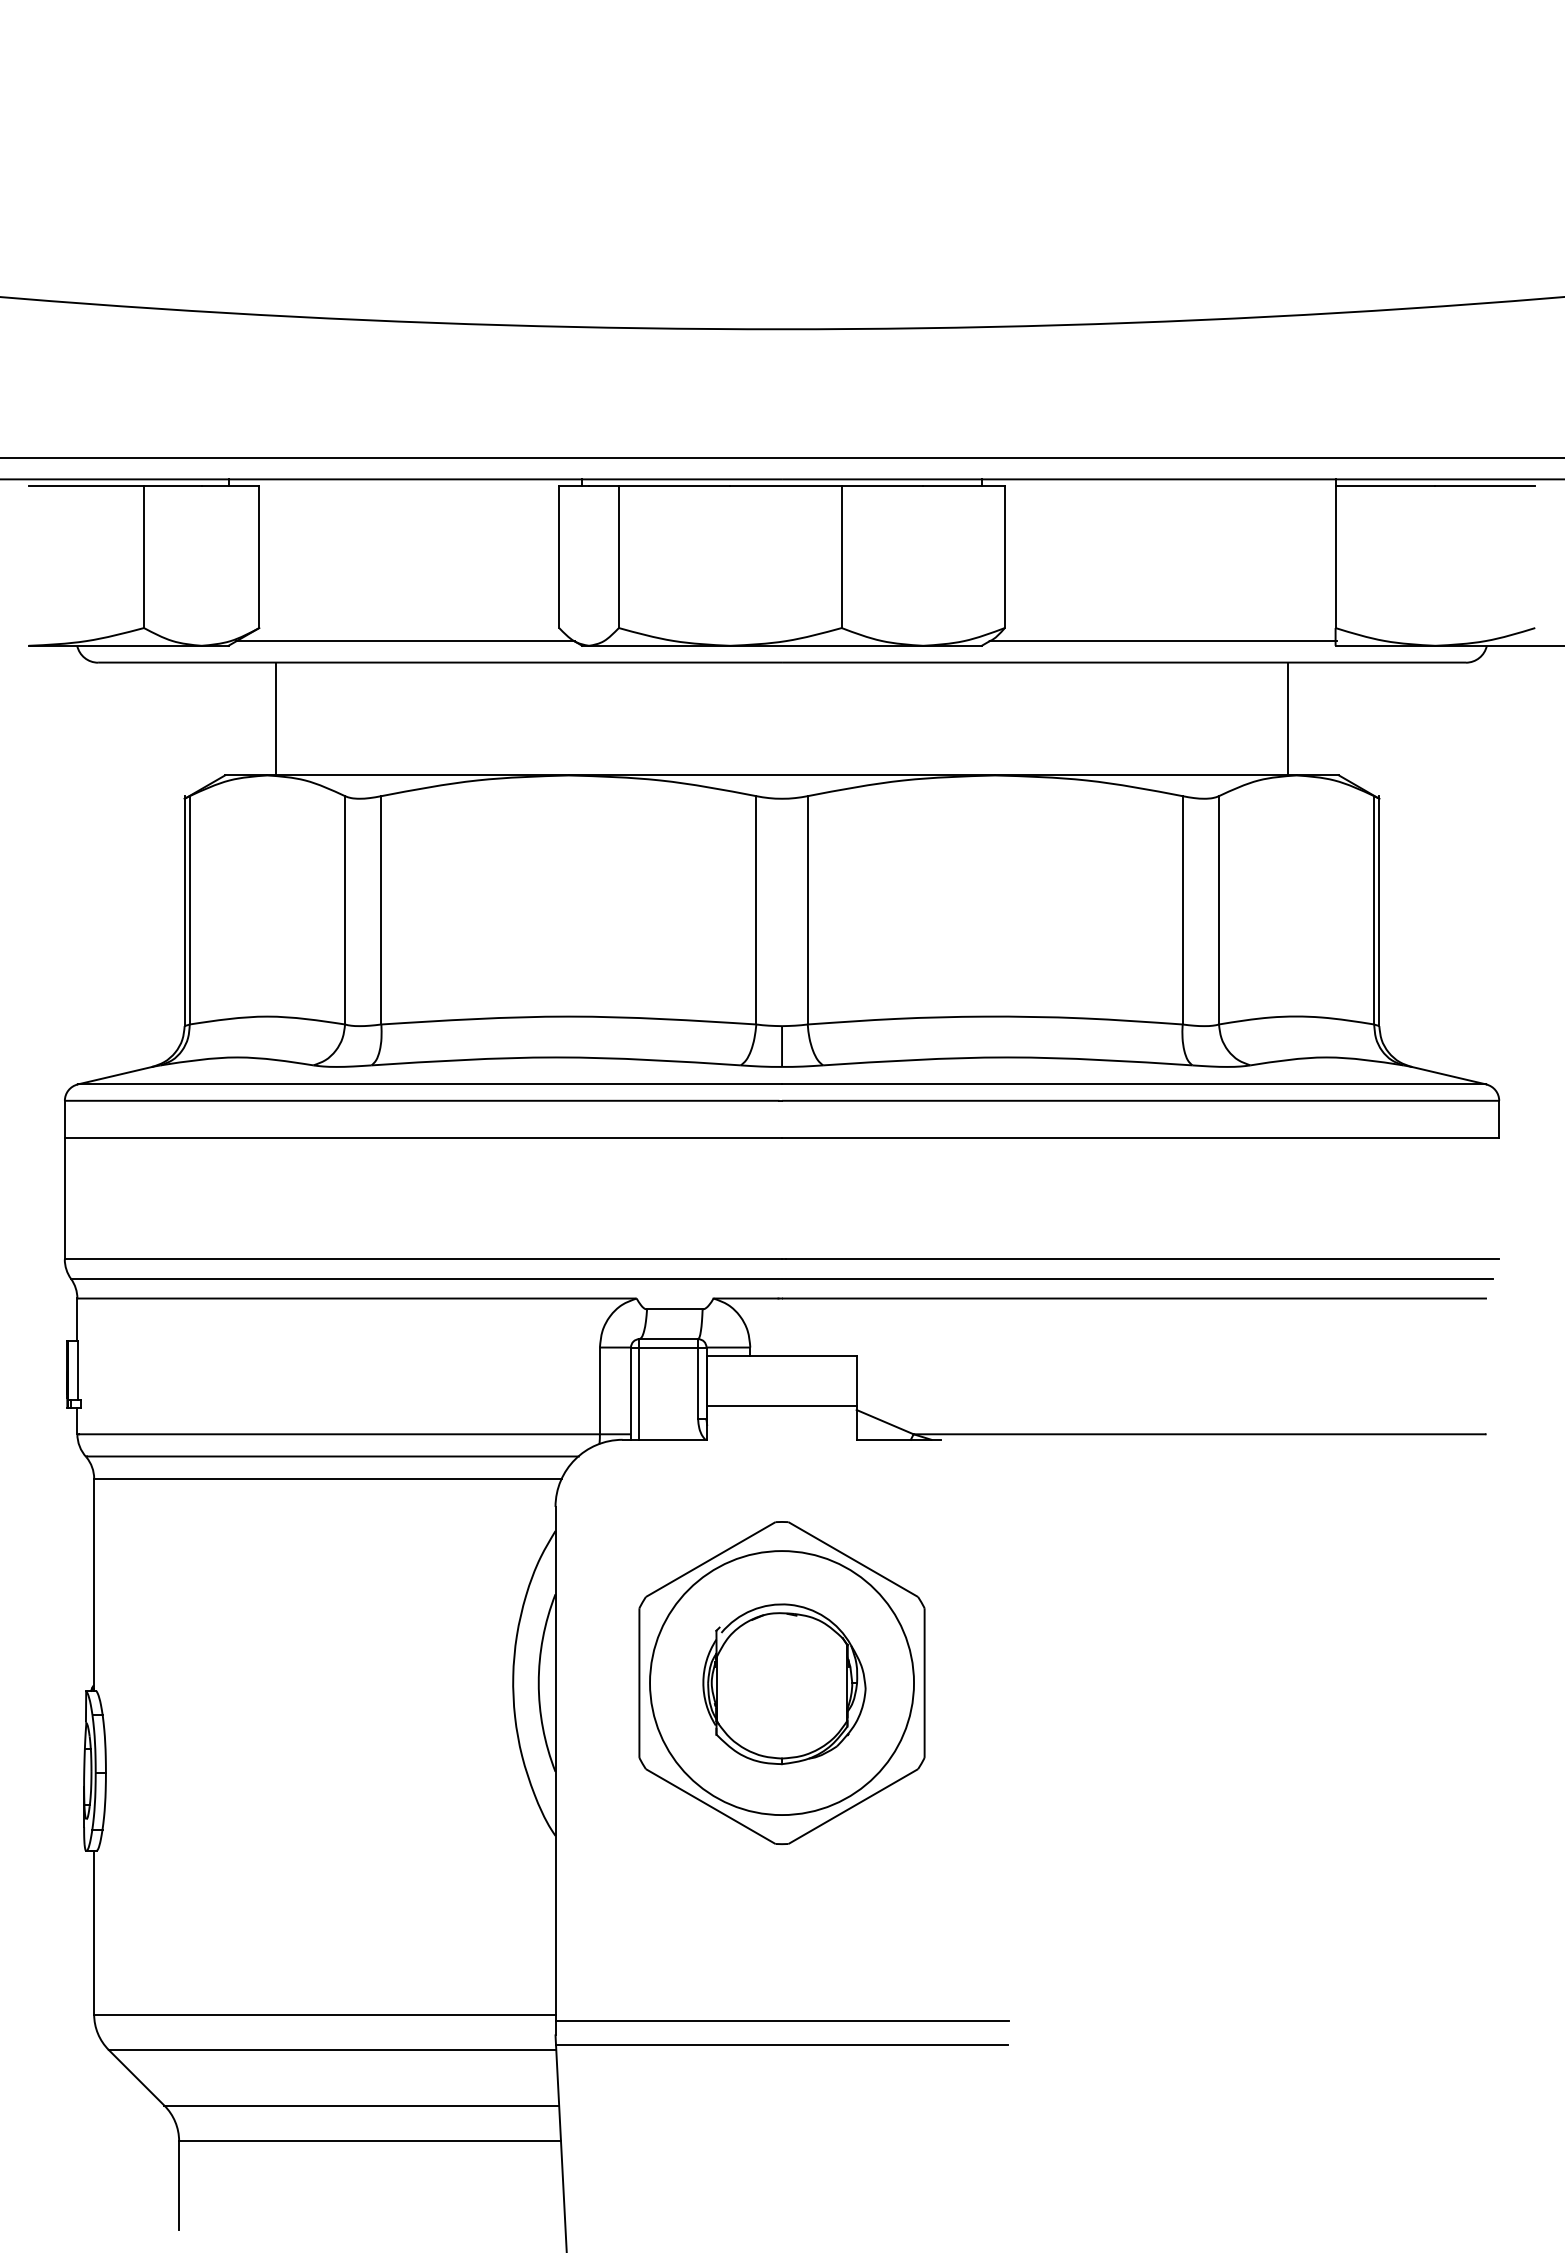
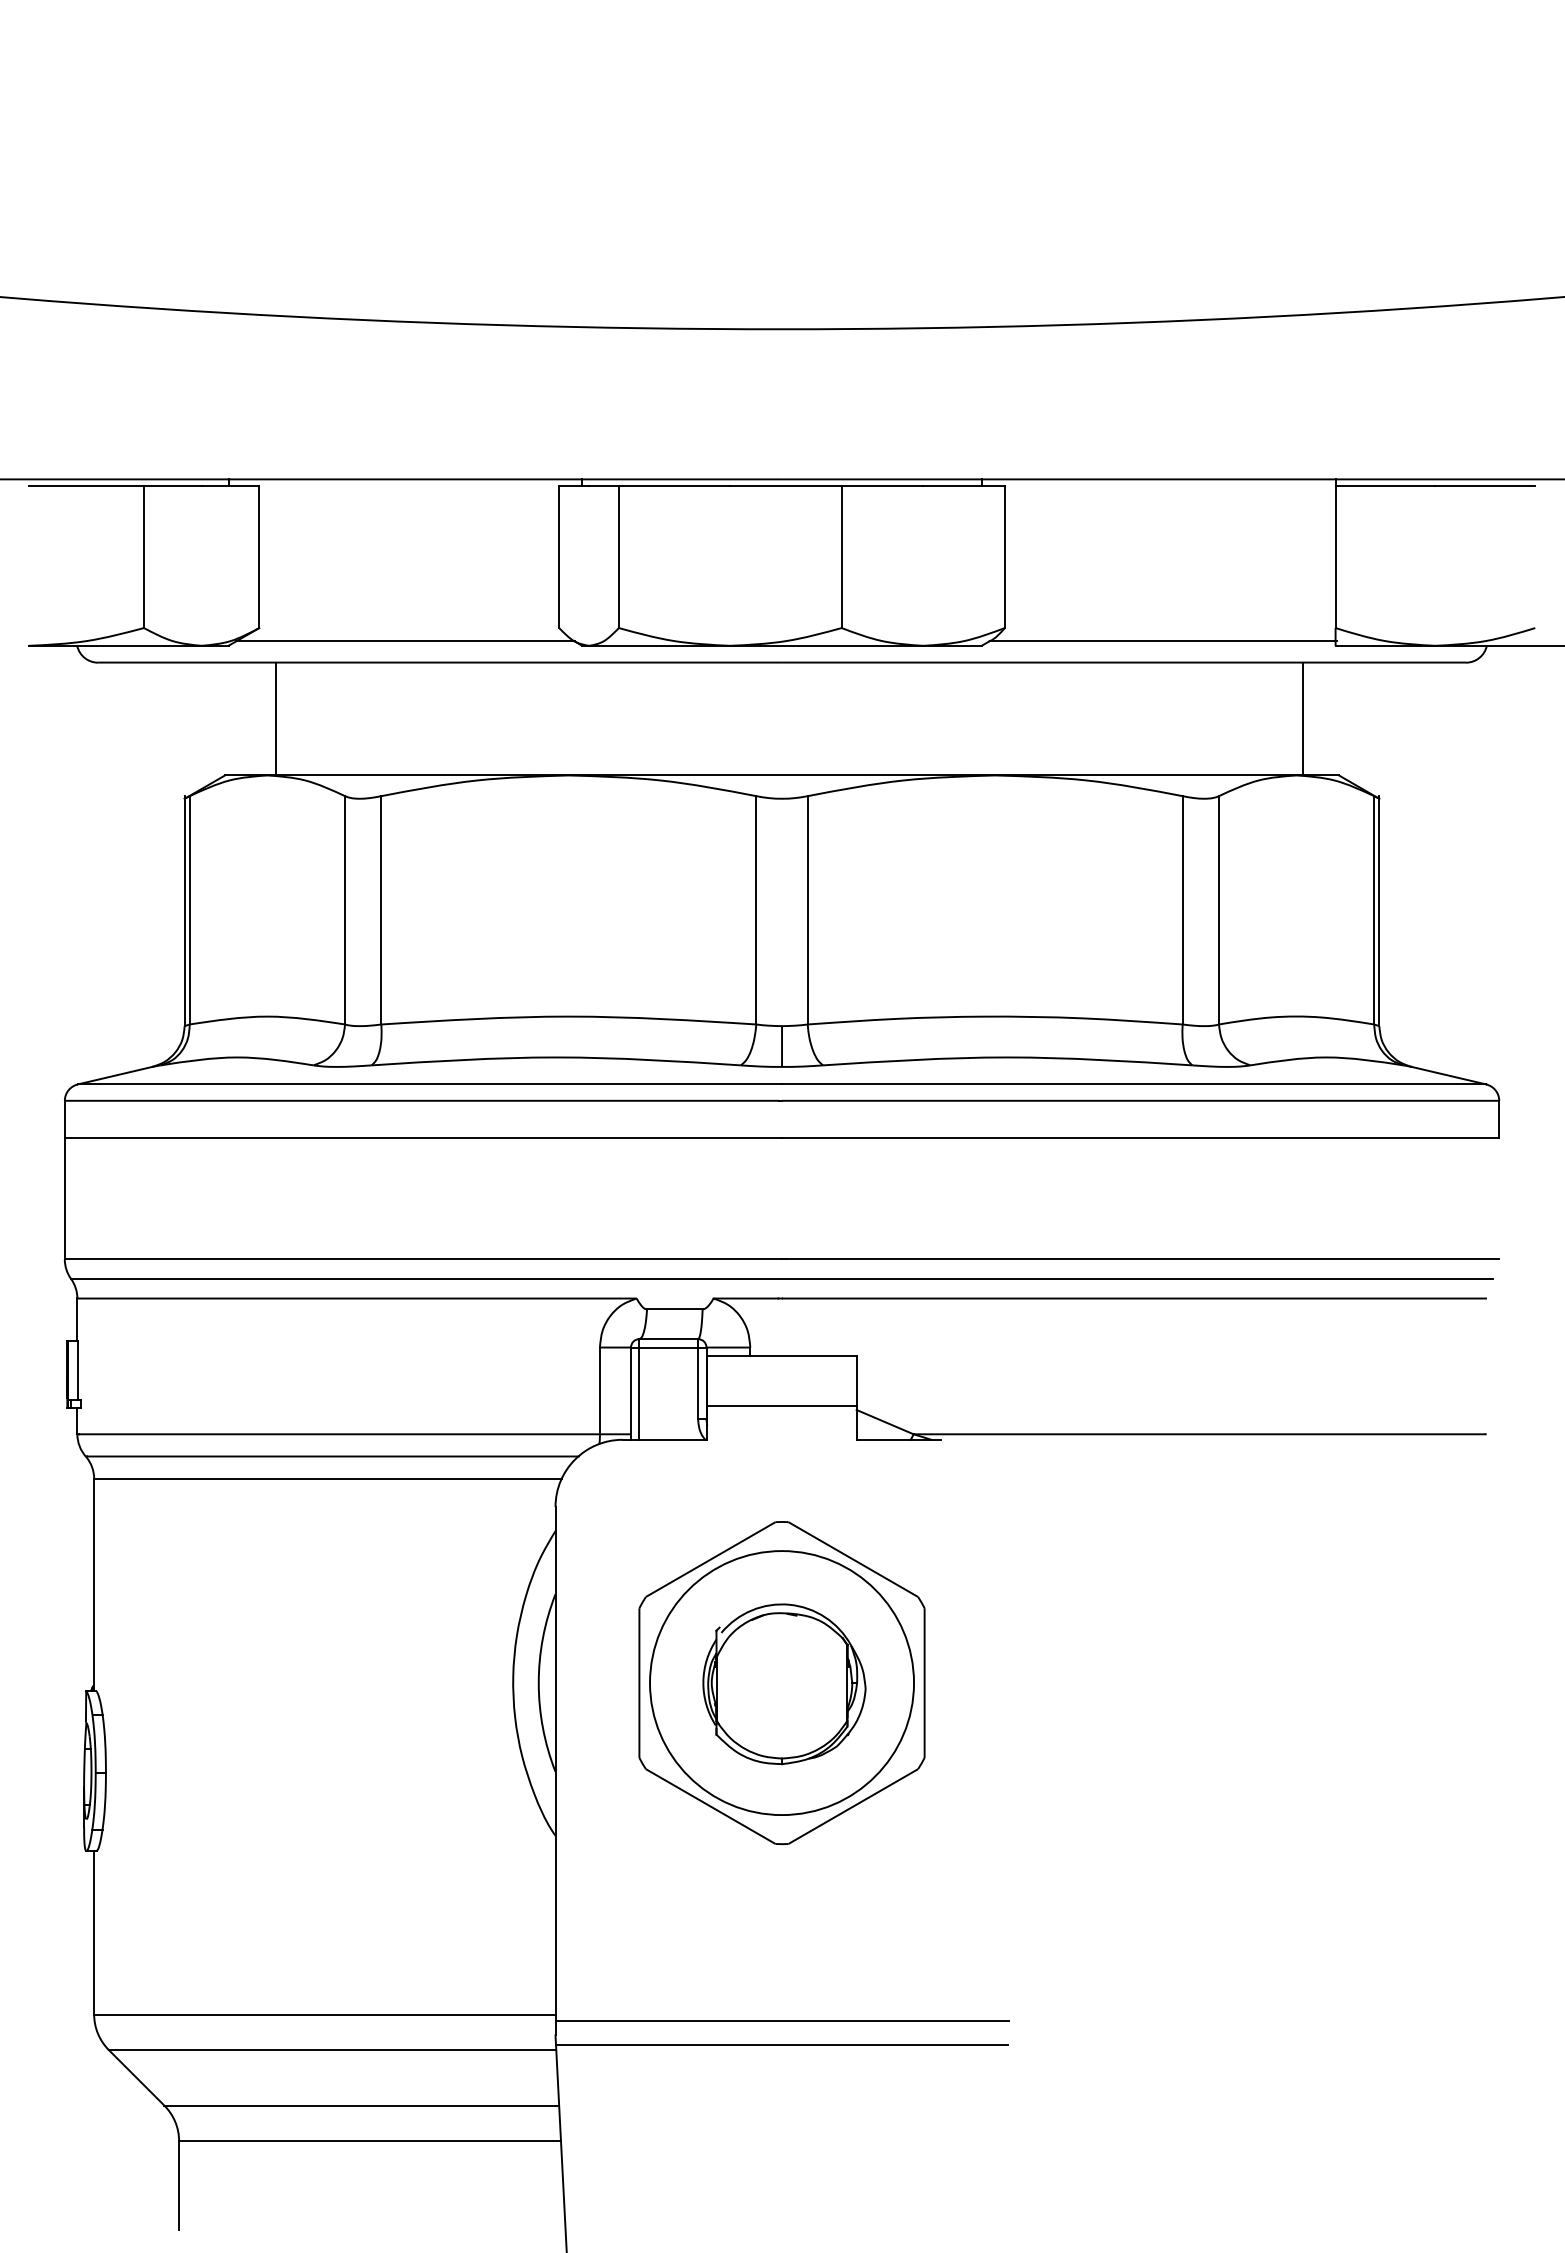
line at (781, 458): present -> none
line at (1287, 718) position: (1287, 718) -> (1302, 718)
